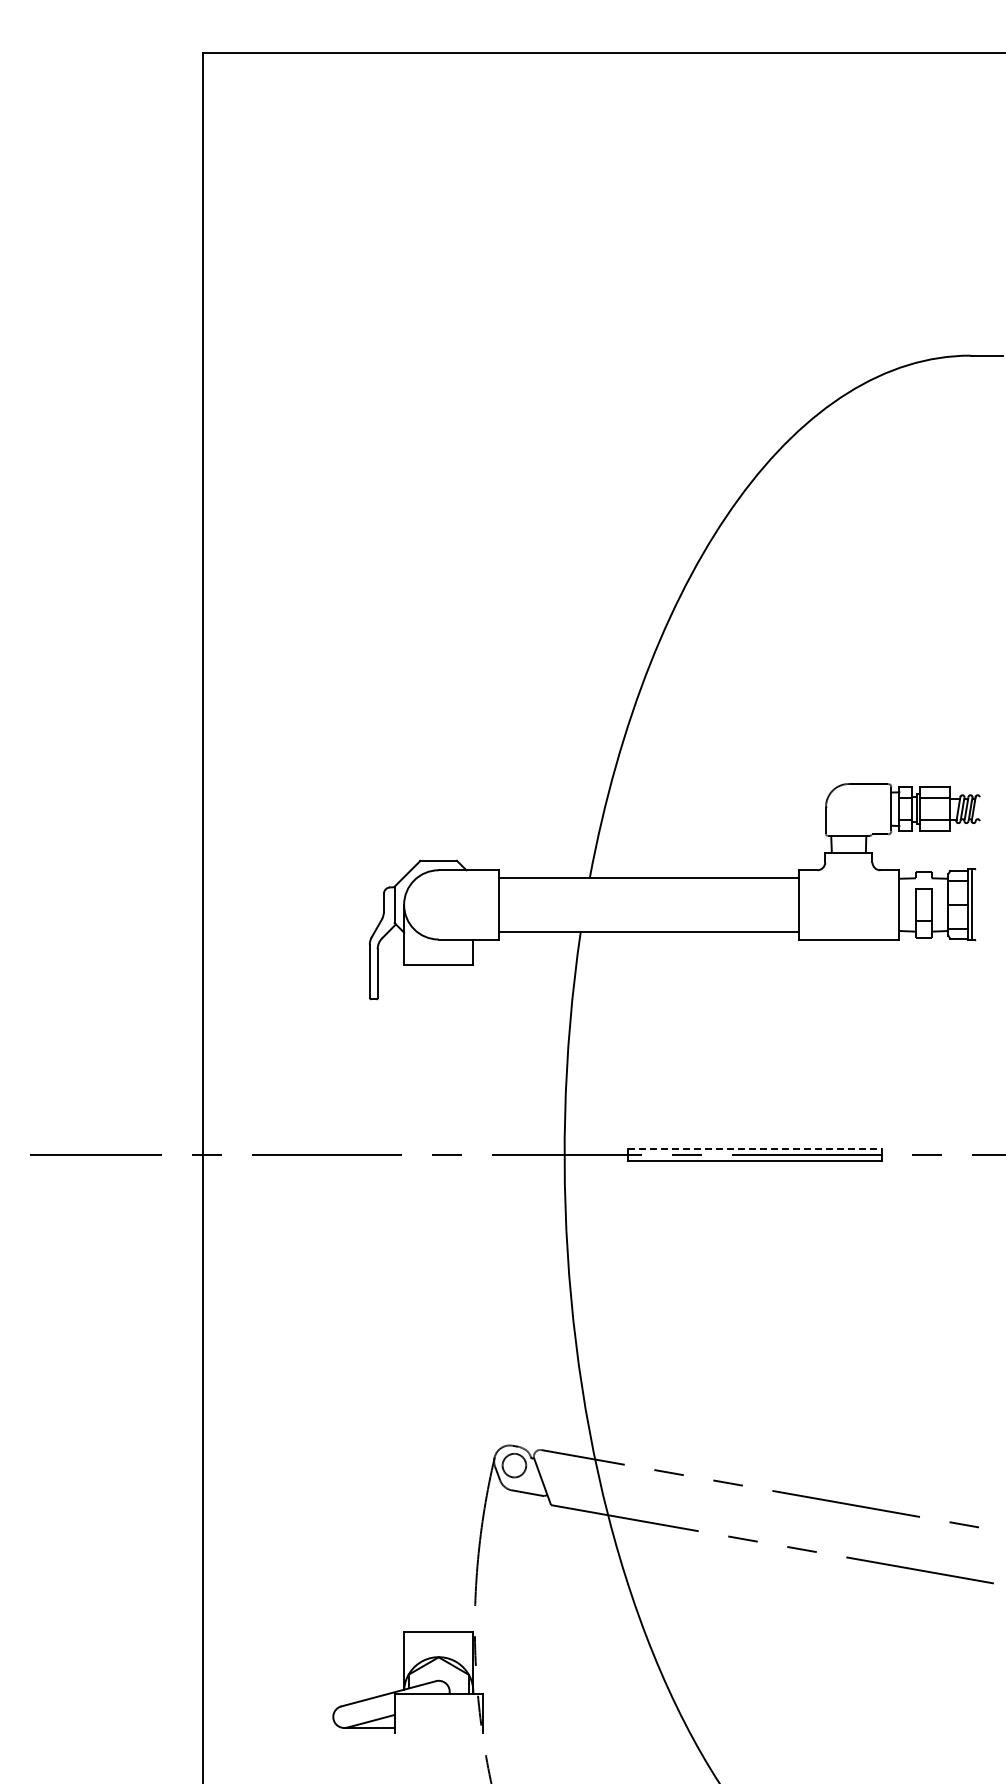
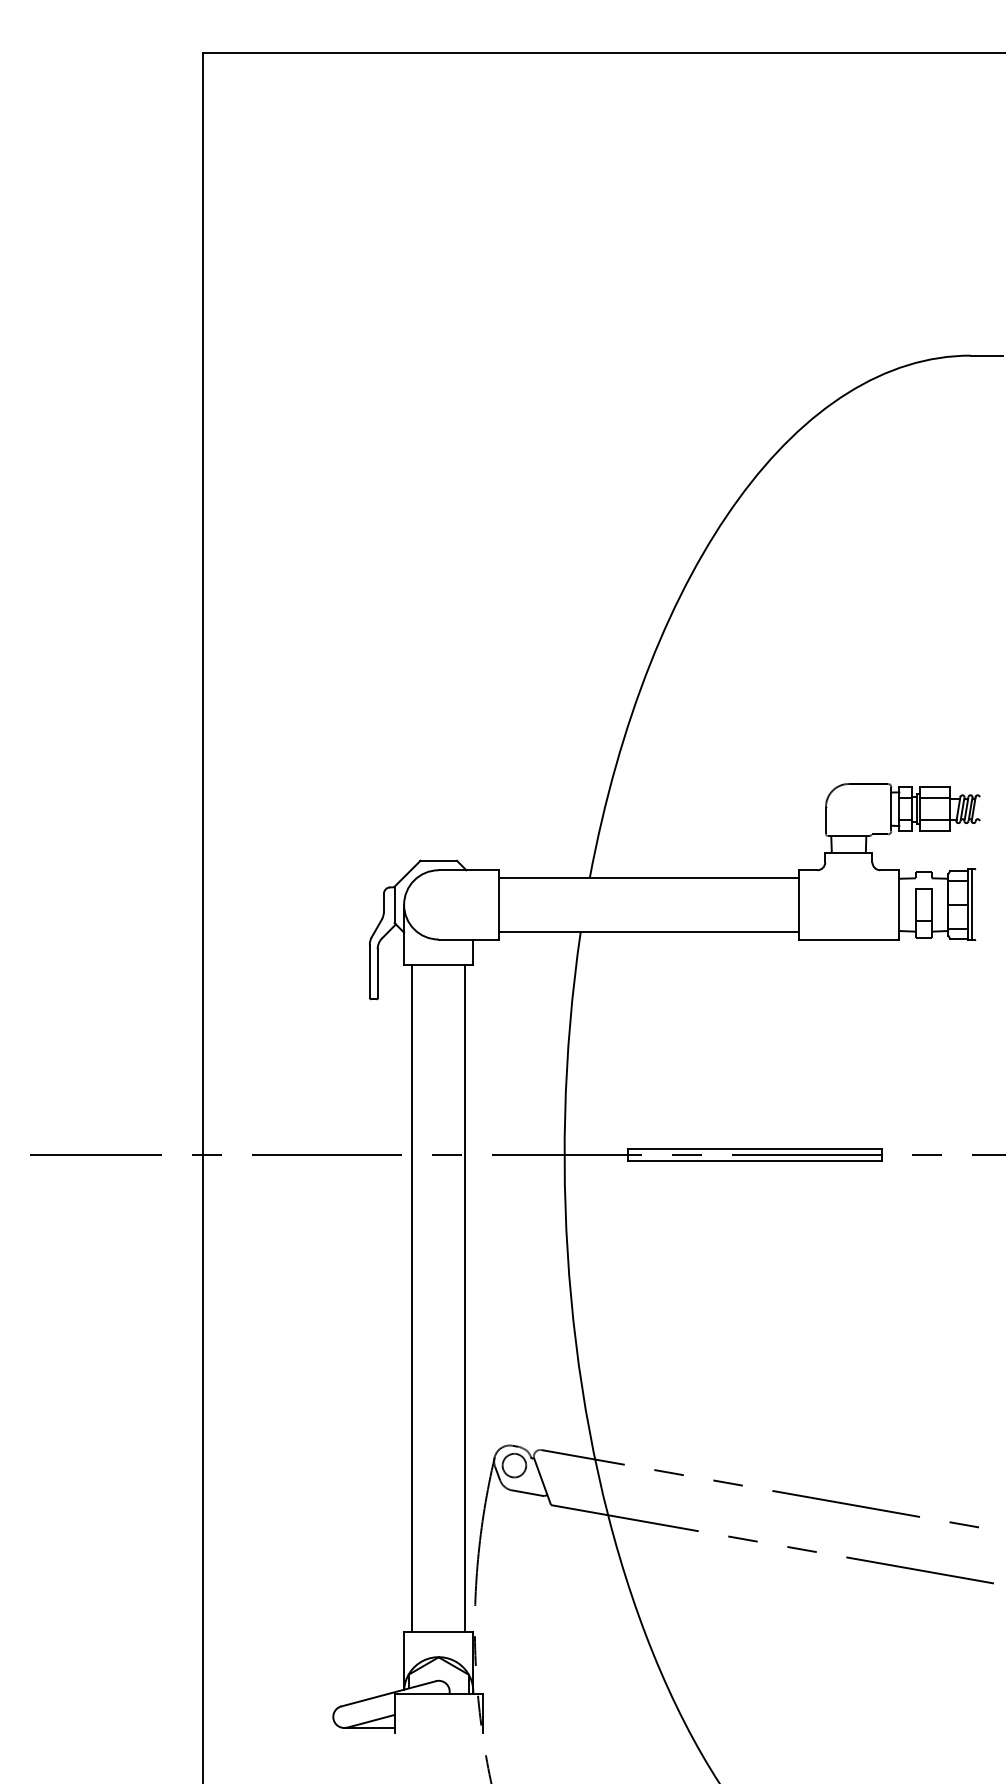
line at (755, 1148): dashed -> solid
line at (411, 1297): none -> present
line at (465, 1297): none -> present
